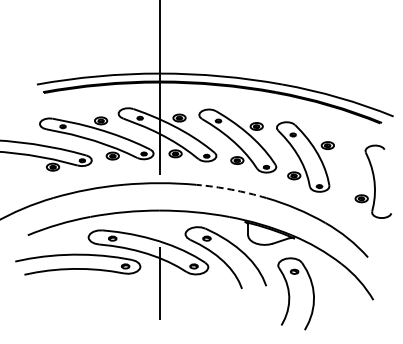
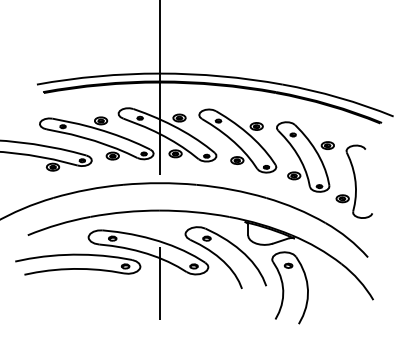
part at (372, 181) position: (372, 181) -> (353, 181)
arc at (231, 189): dashed -> solid
part at (295, 293) position: (295, 293) -> (289, 287)
